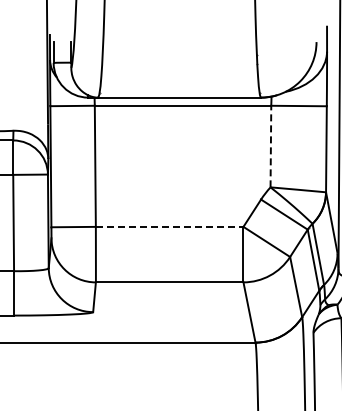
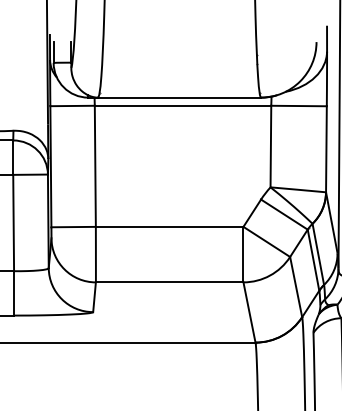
line at (270, 146): dashed -> solid
line at (169, 226): dashed -> solid
